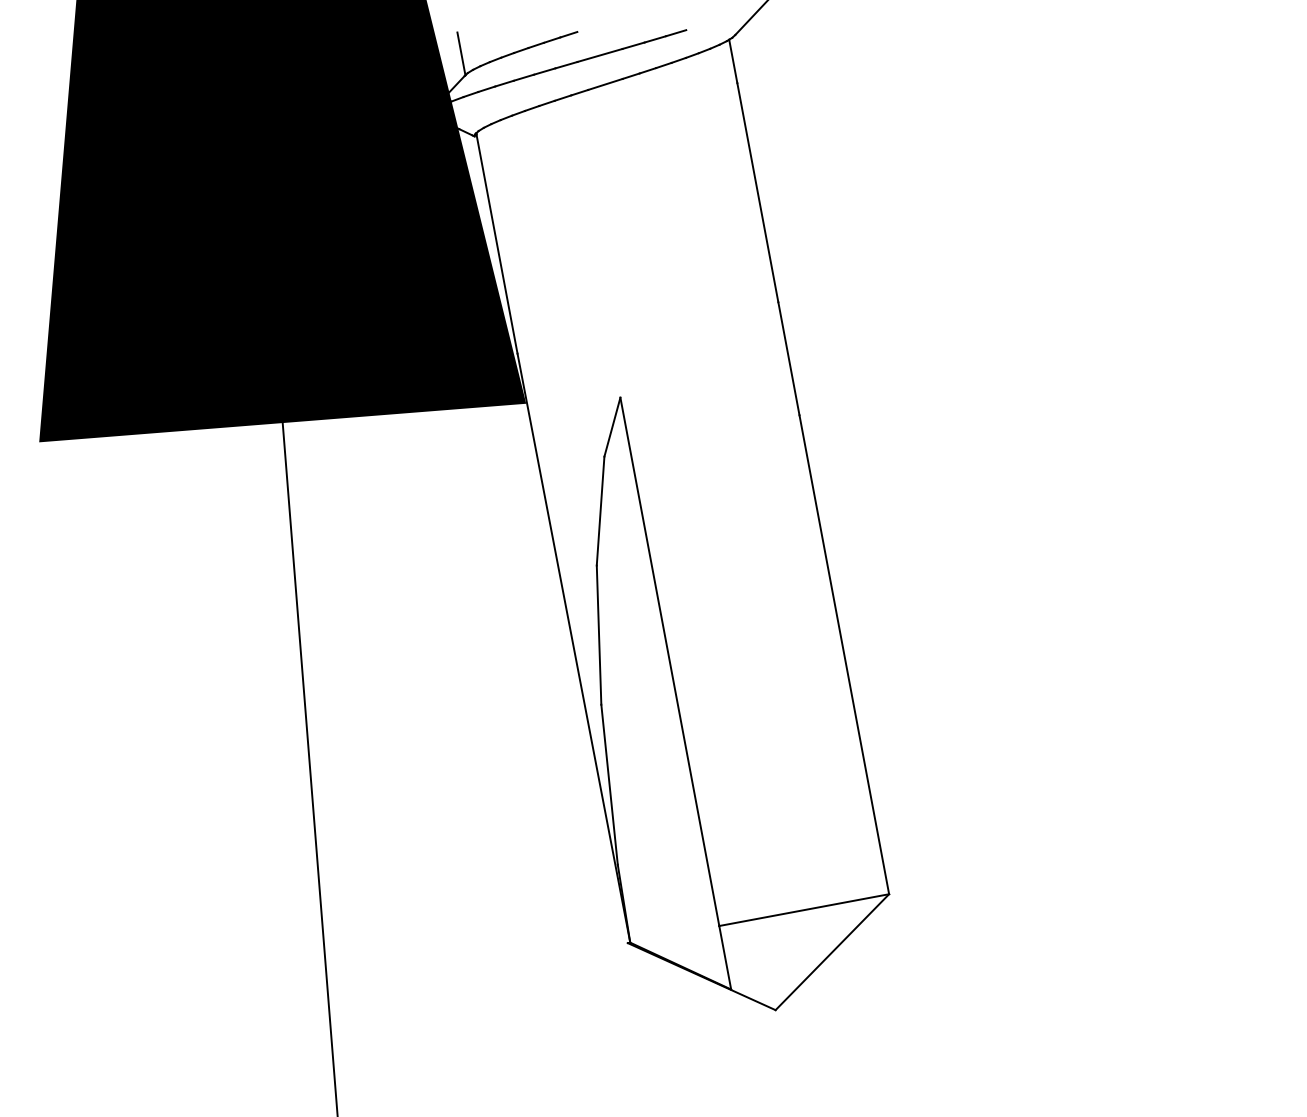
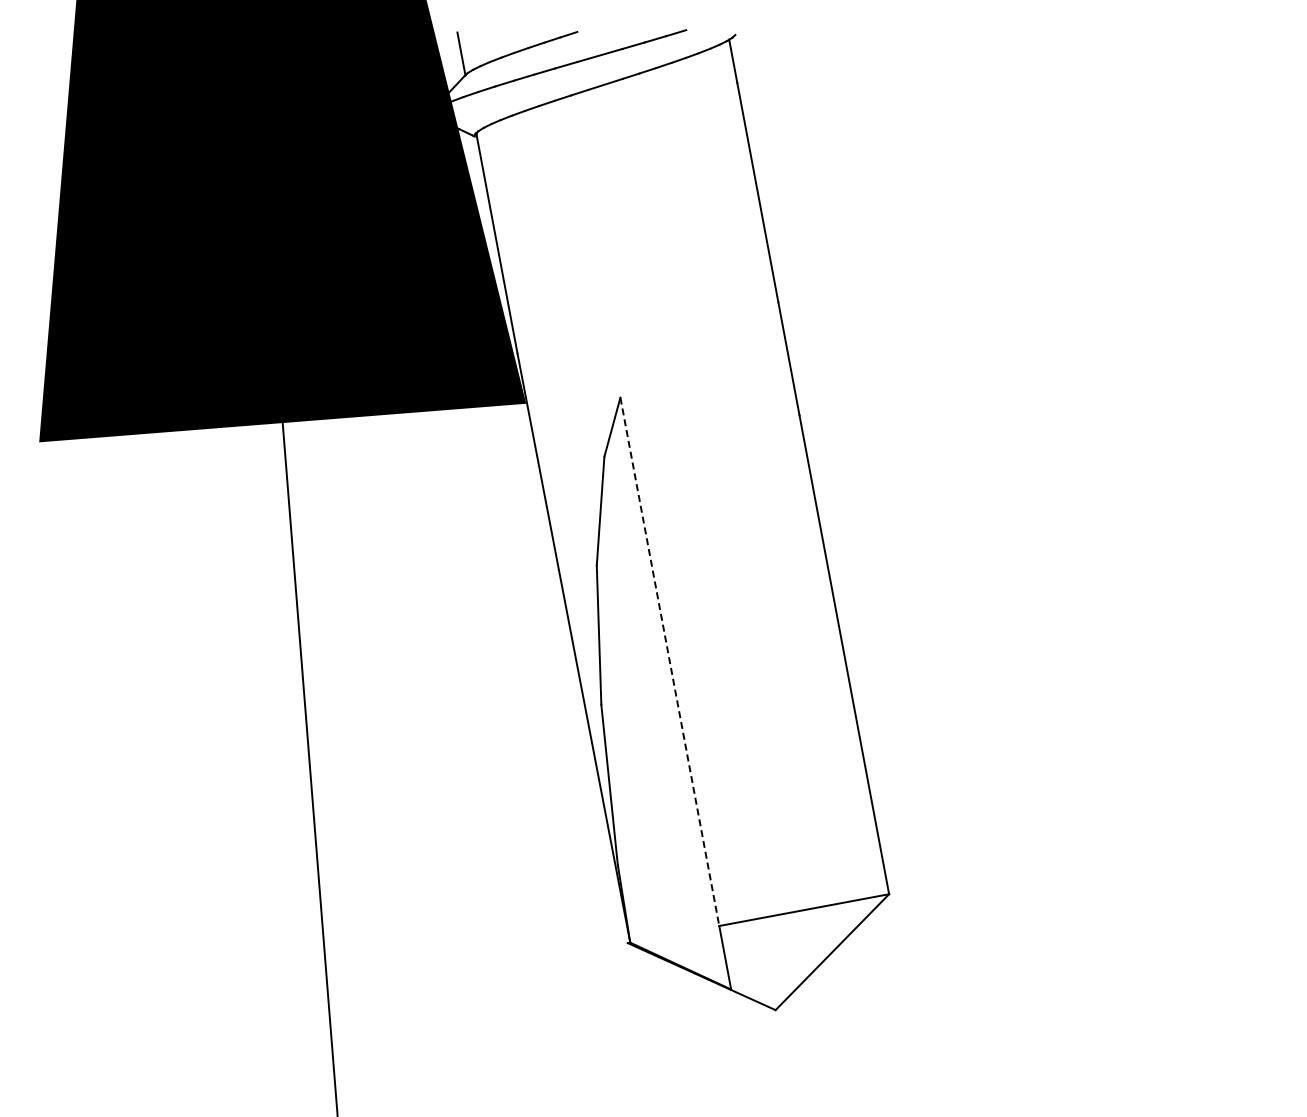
line at (750, 18): present -> none
line at (669, 661): solid -> dashed
